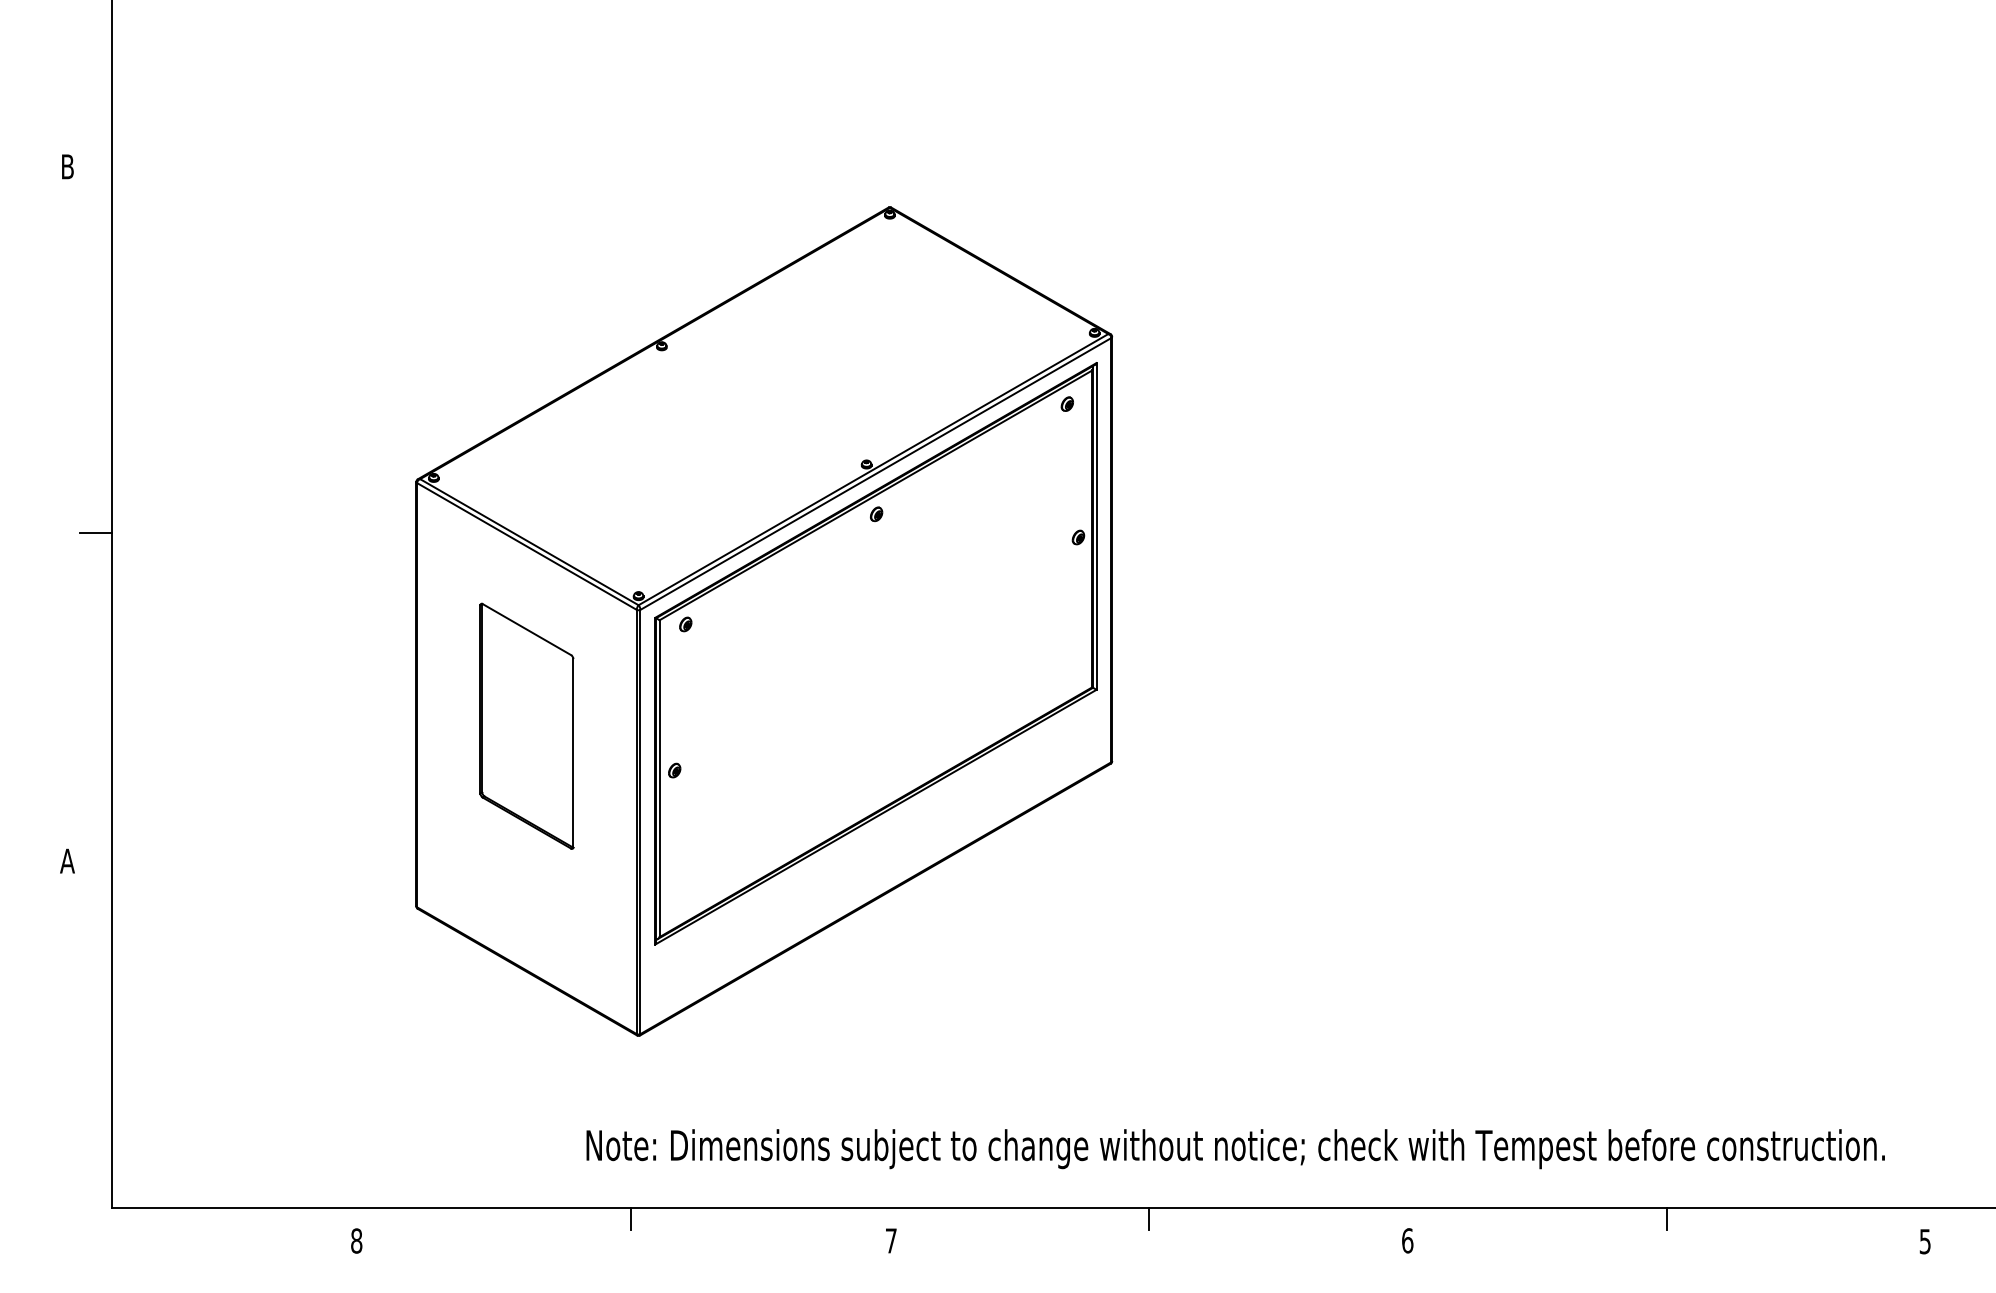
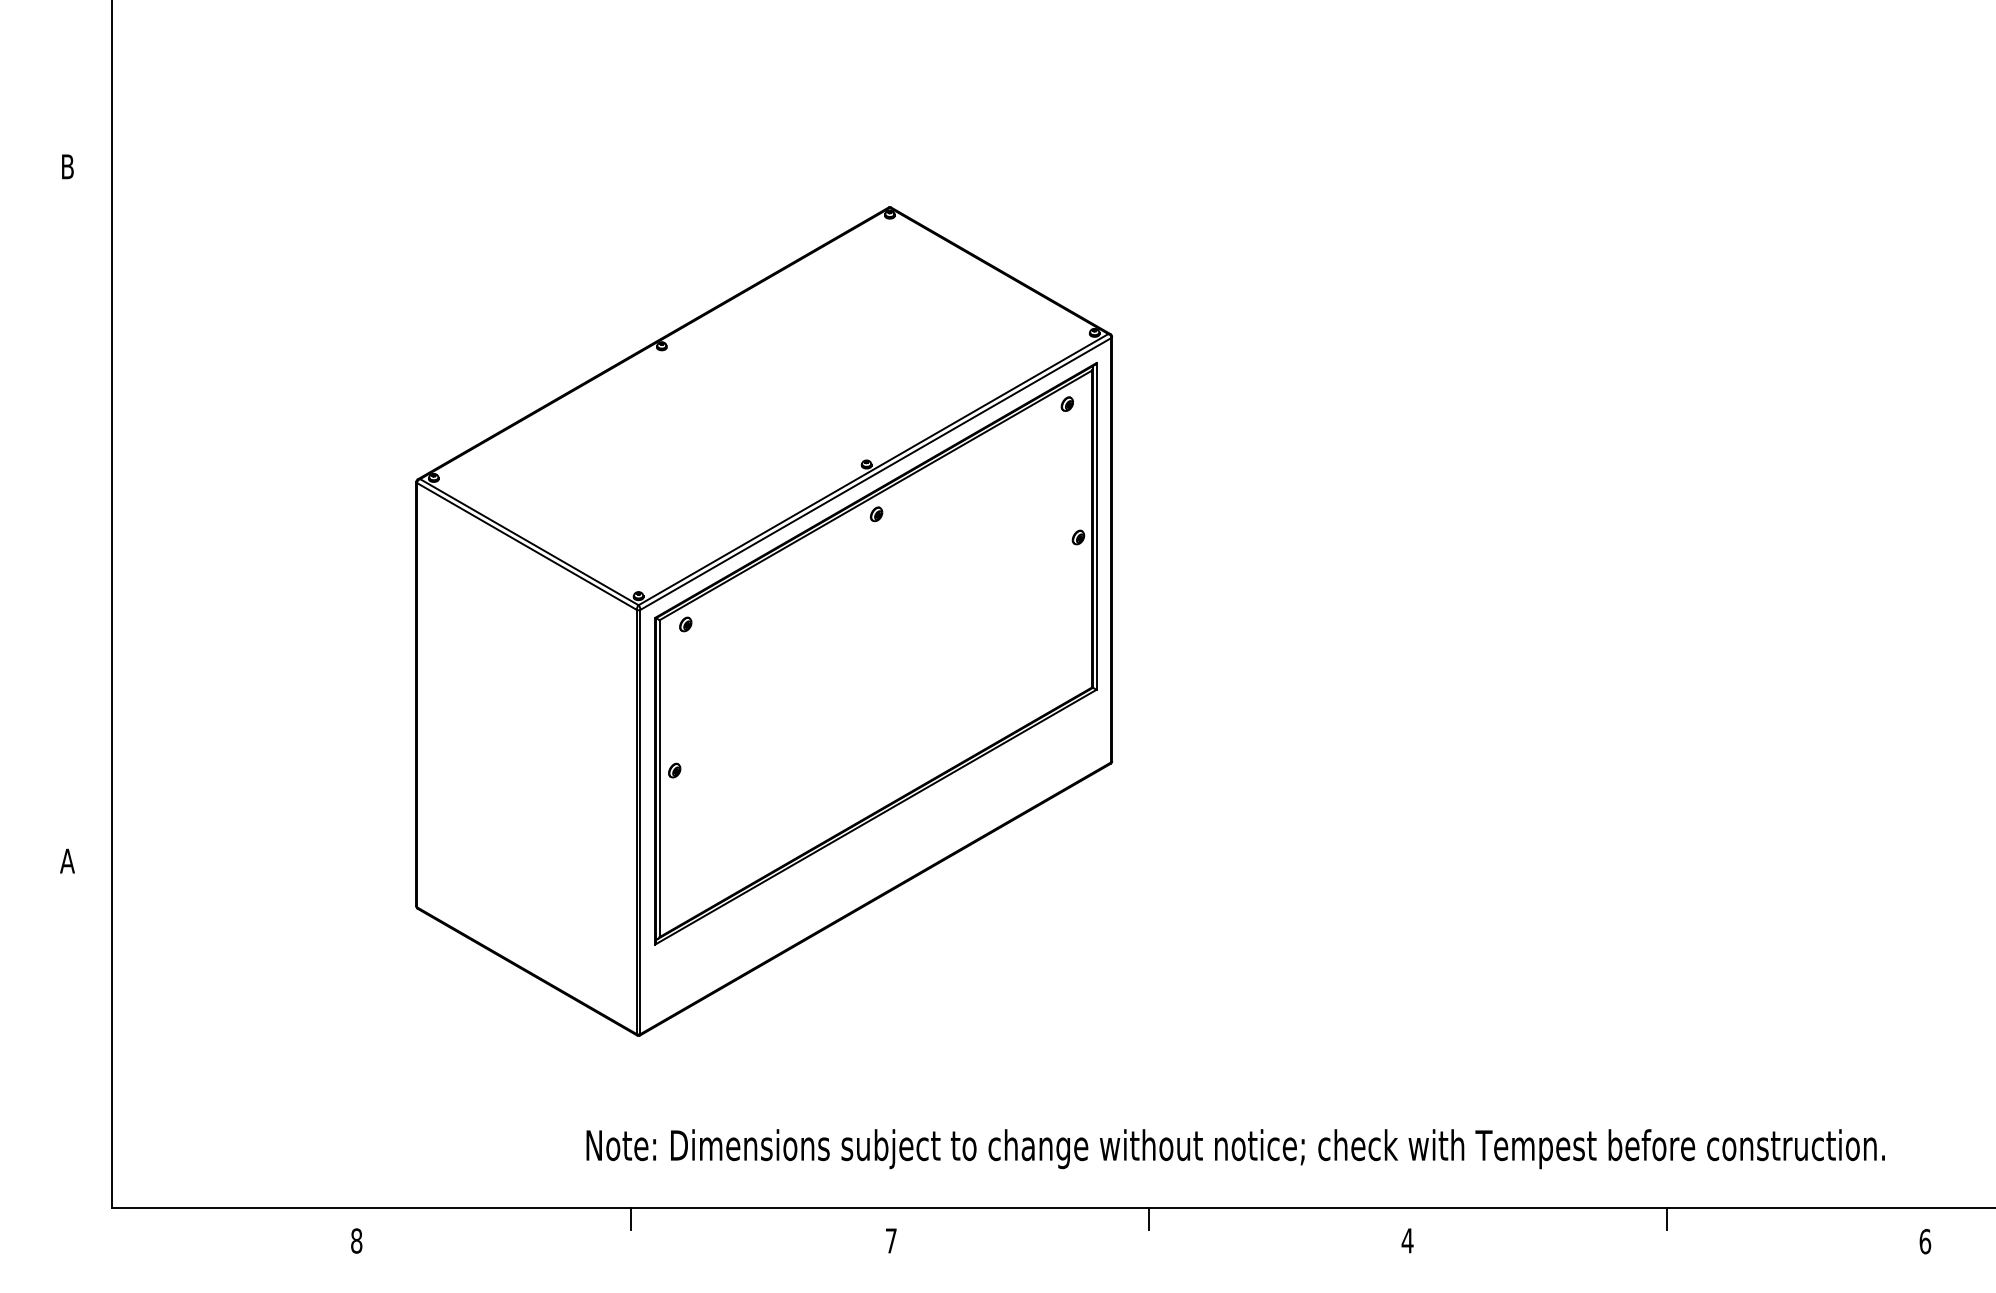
line at (95, 533): present -> none
part at (526, 725): present -> none
text at (1407, 1240): 6 -> 4
text at (1925, 1241): 5 -> 6
